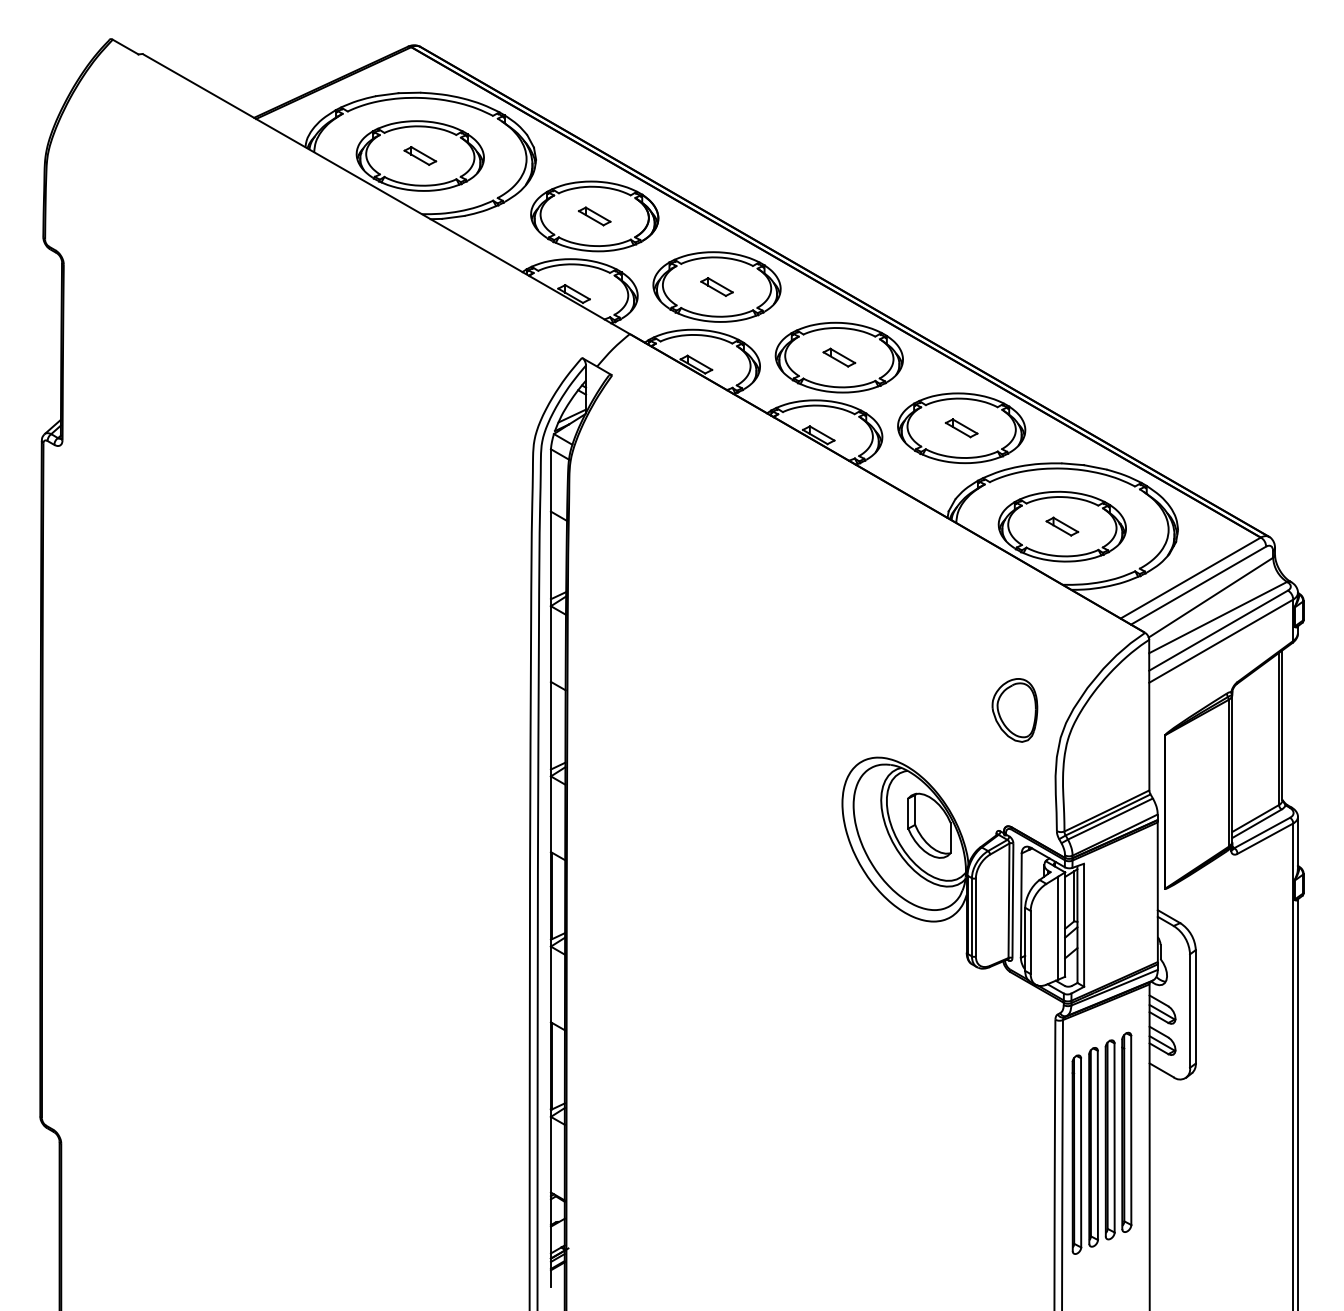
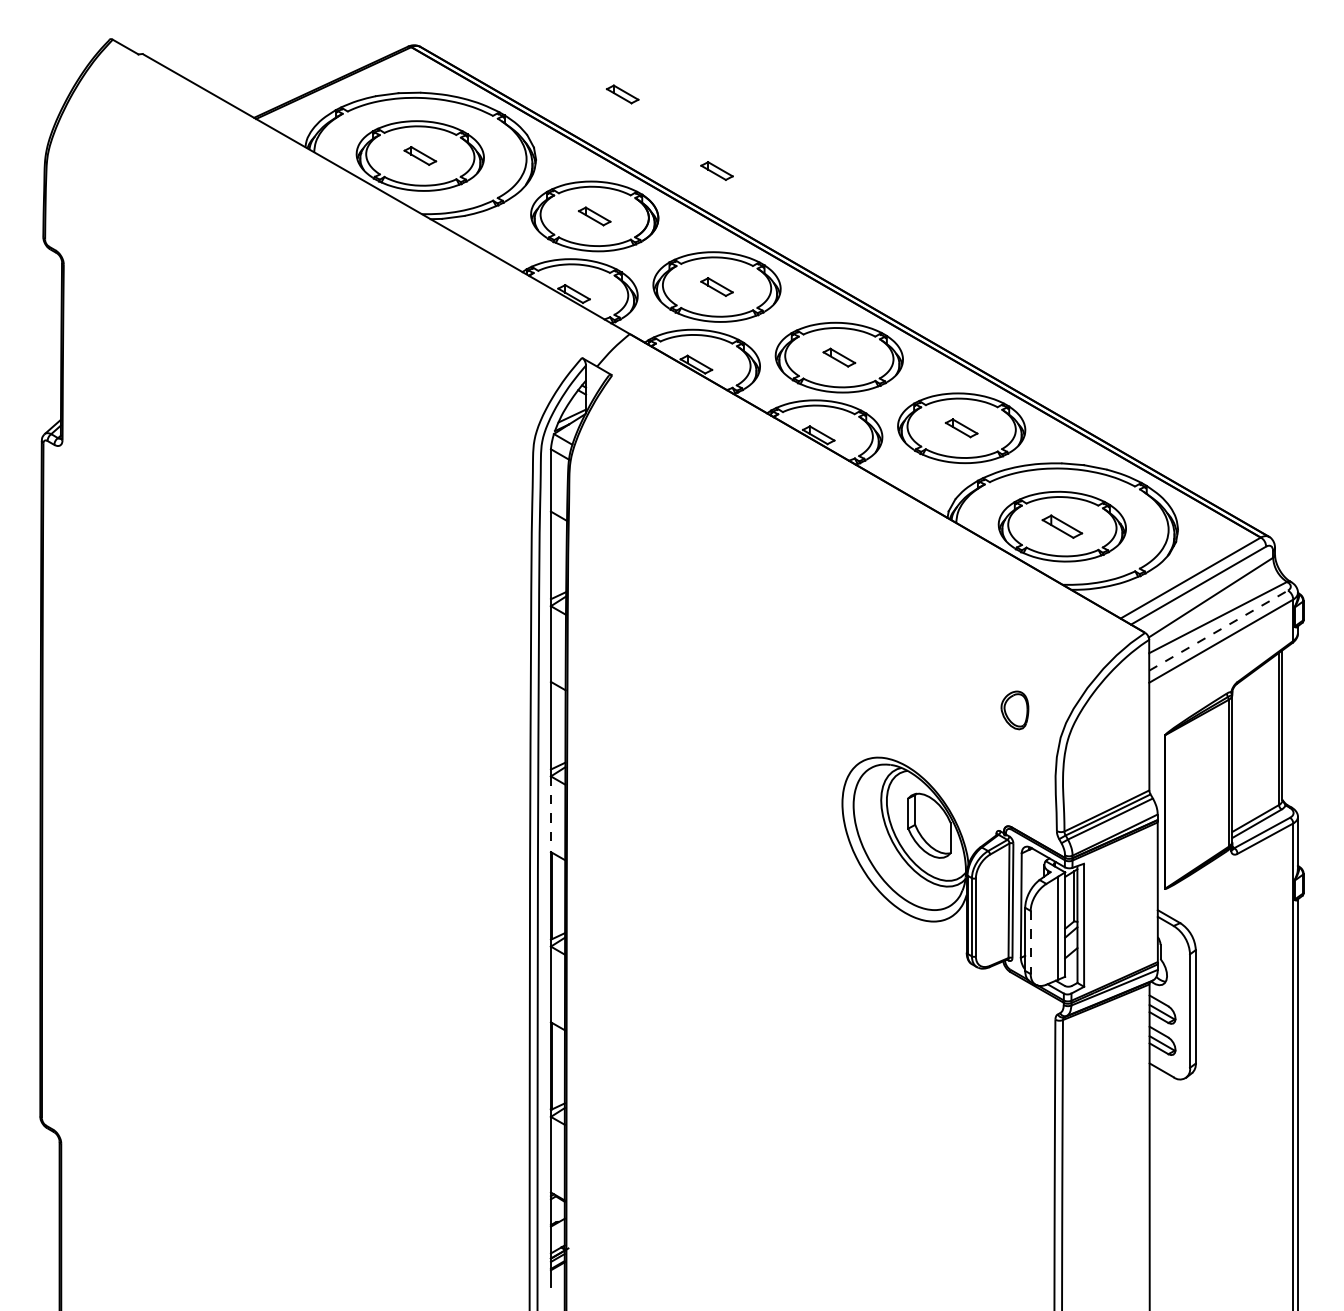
part at (622, 94): none -> present
part at (716, 170): none -> present
part at (1062, 526) size: 35x21 px -> 43x25 px
line at (1219, 630): solid -> dashed
part at (1014, 710) size: 48x65 px -> 30x41 px
line at (550, 814): solid -> dashed
line at (1030, 942): solid -> dashed
part at (1101, 1142): present -> none
